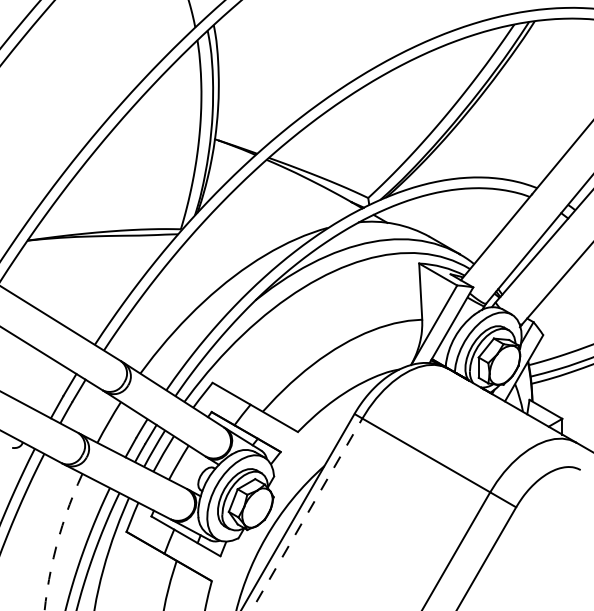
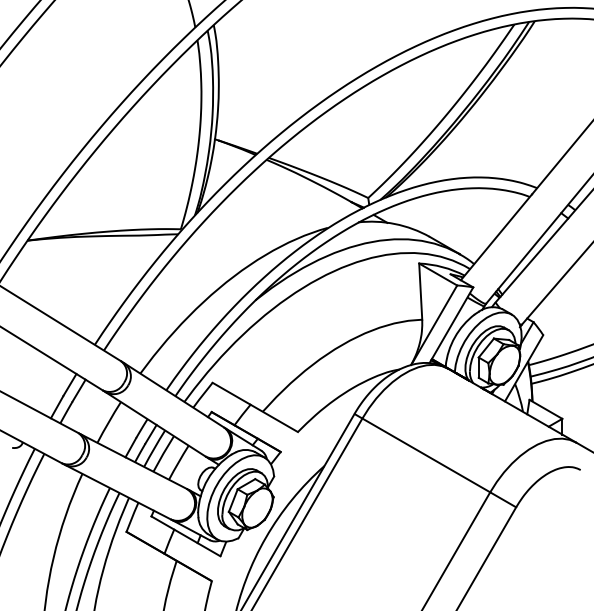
line at (307, 514): dashed -> solid
arc at (57, 540): dashed -> solid
